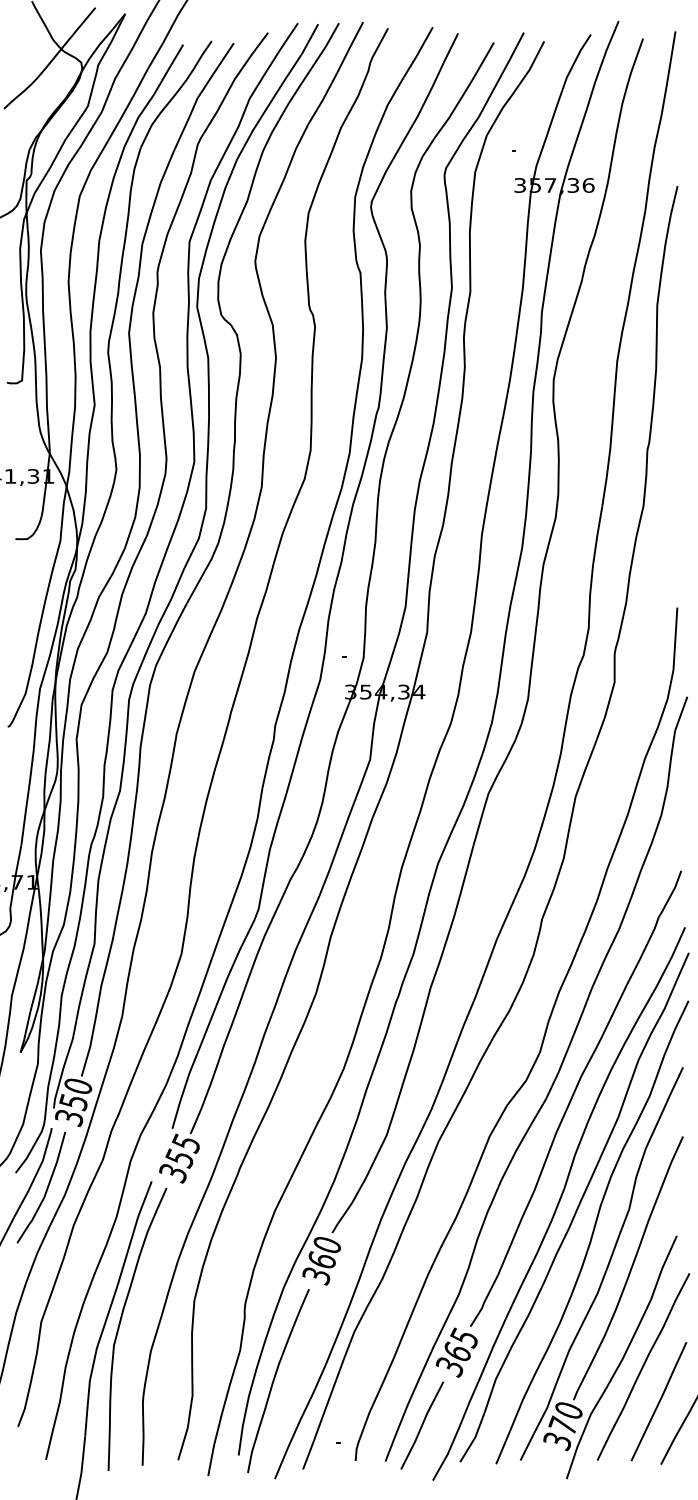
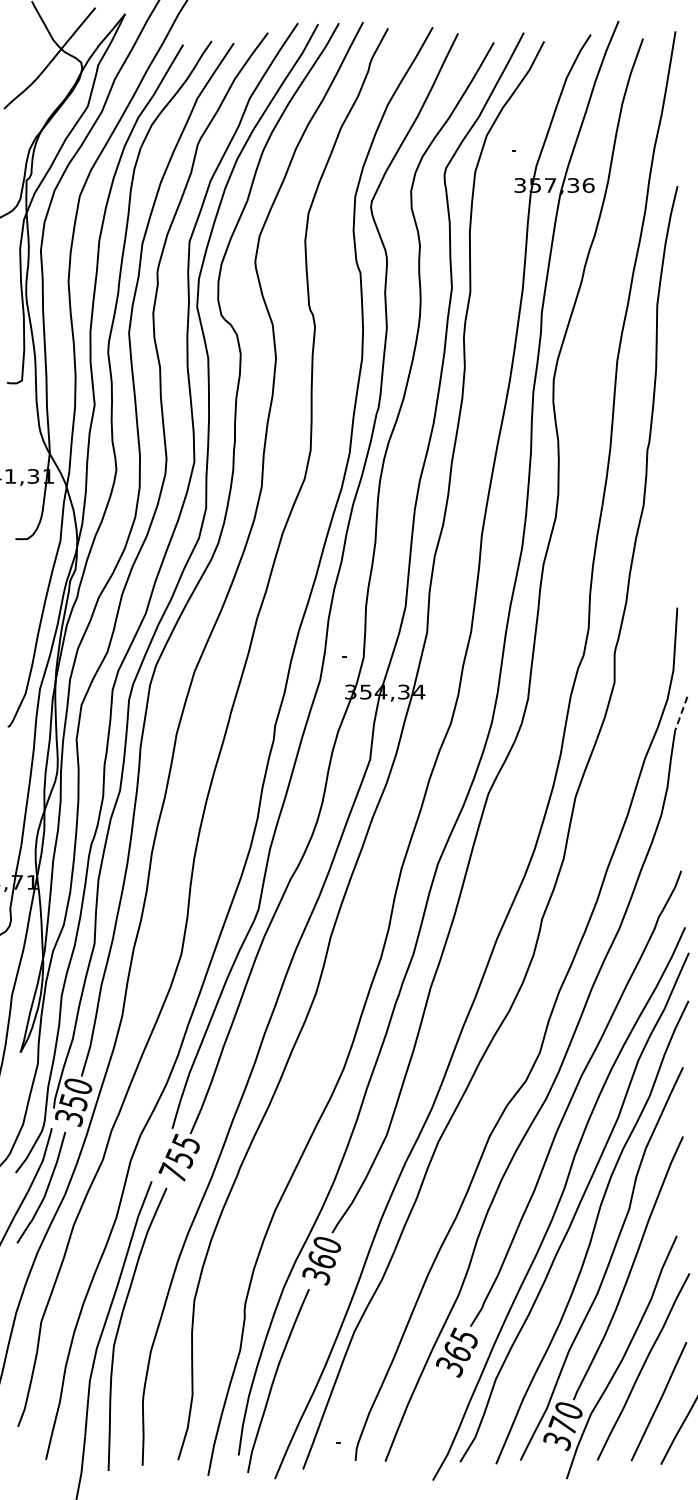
line at (681, 714): solid -> dashed
text at (172, 1172): 355 -> 755
line at (421, 1425): present -> none
